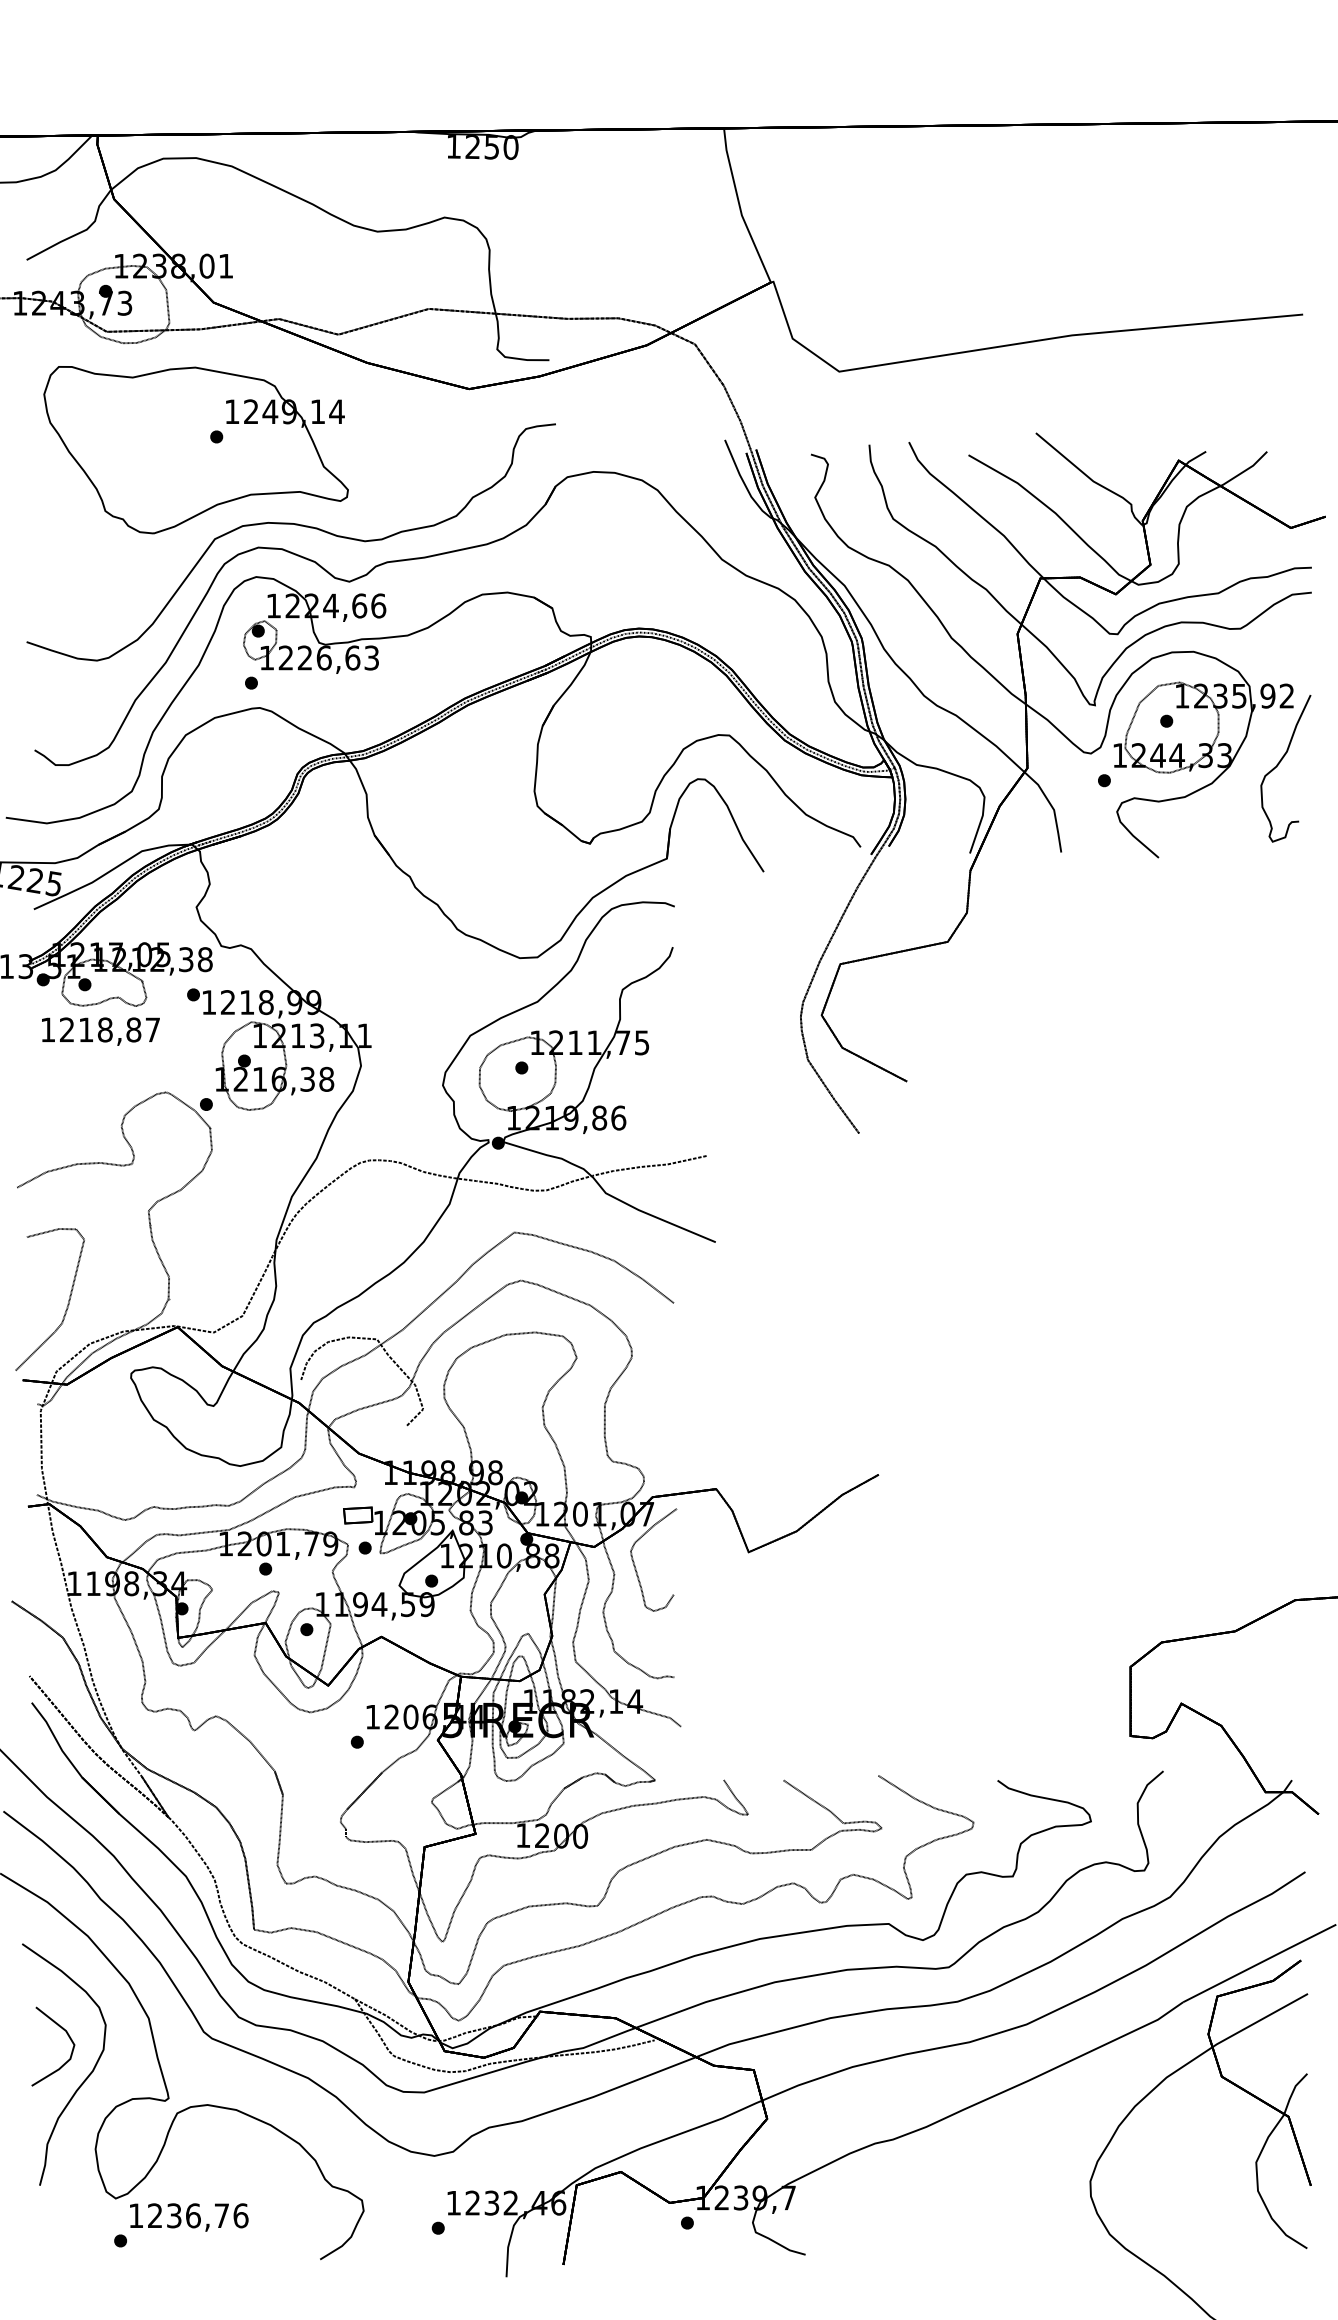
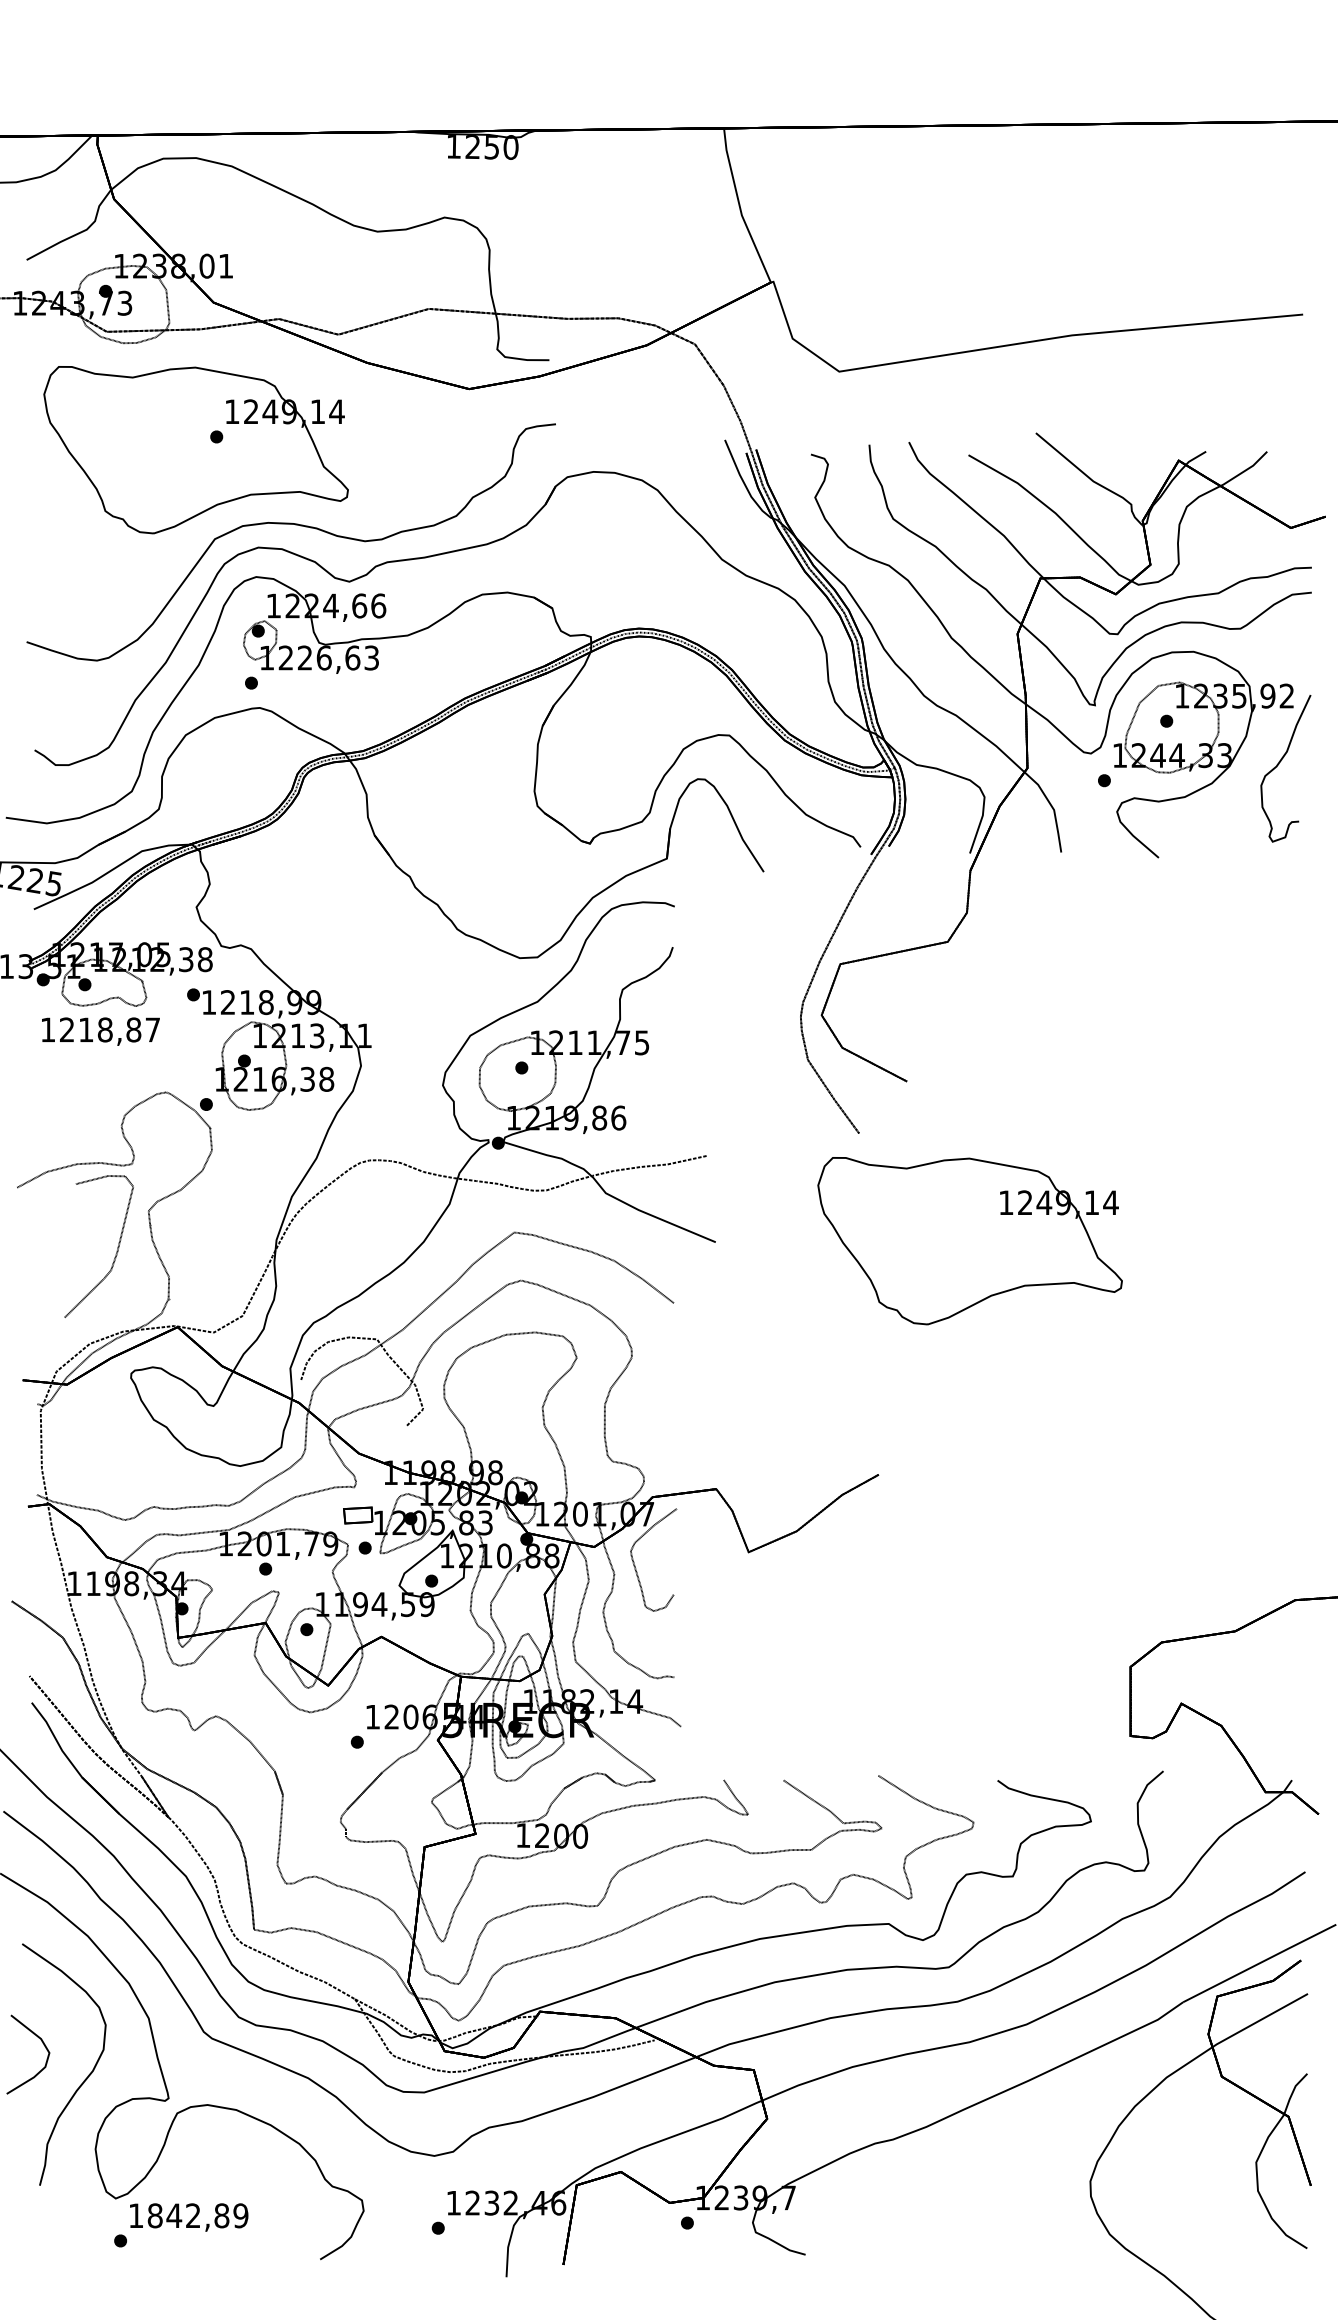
part at (969, 1241): none -> present
curve at (67, 1303) position: (67, 1303) -> (116, 1250)
curve at (68, 2037) position: (68, 2037) -> (43, 2045)
text at (197, 2215): 1236,76 -> 1842,89
